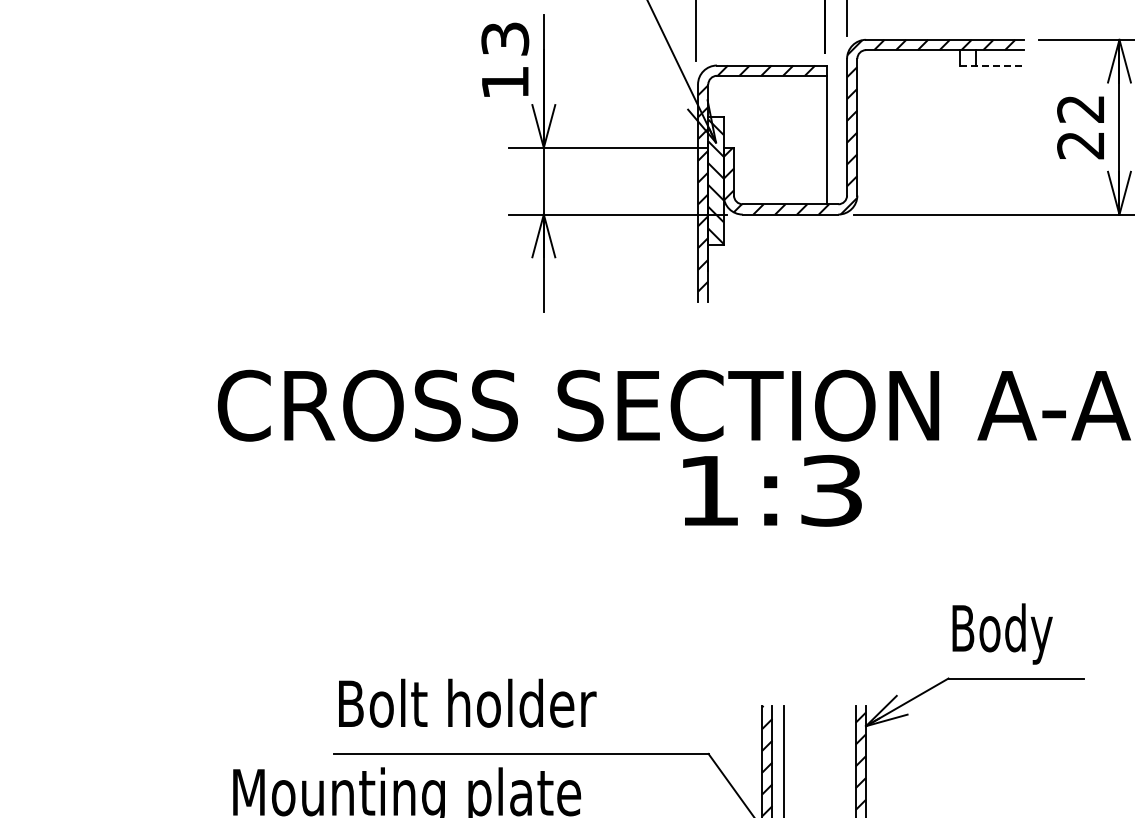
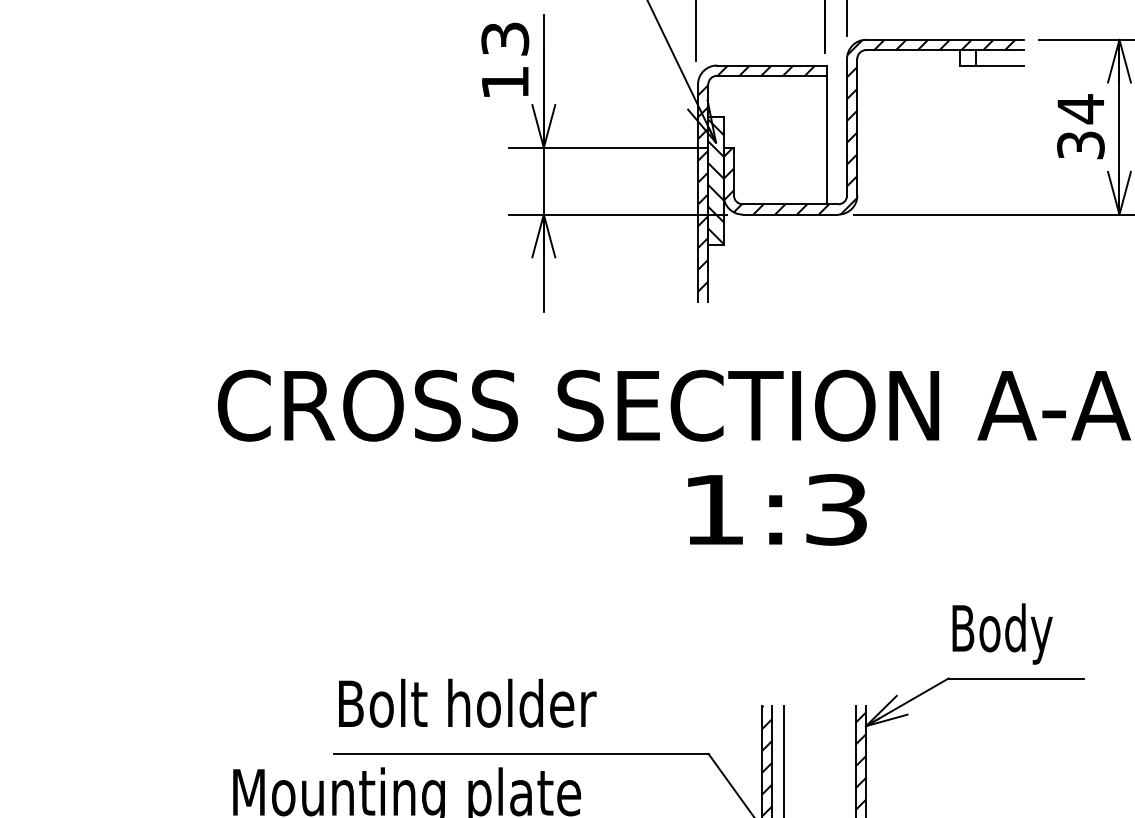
line at (991, 65): dashed -> solid
text at (1080, 126): 22 -> 34
text at (772, 490) position: (772, 490) -> (777, 509)
